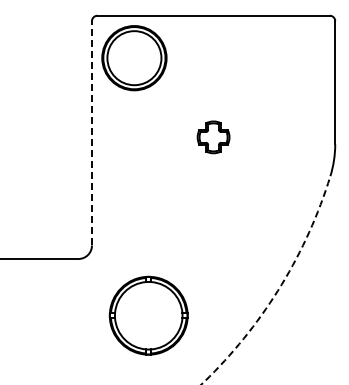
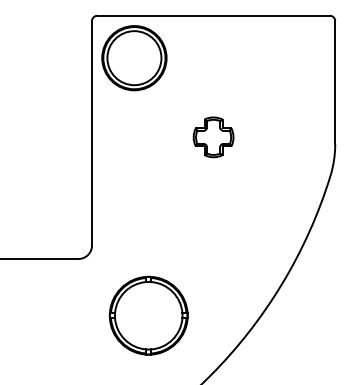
line at (91, 132): dashed -> solid
part at (213, 137) size: 35x35 px -> 43x43 px
arc at (279, 288): dashed -> solid
